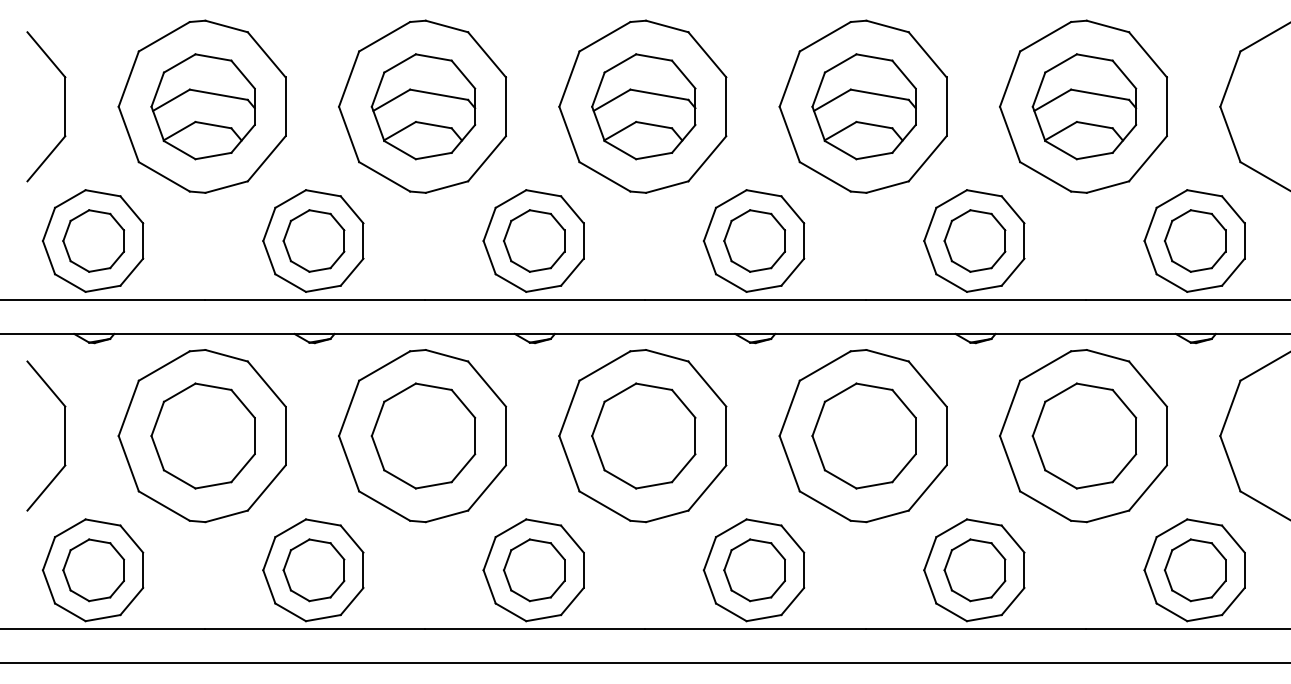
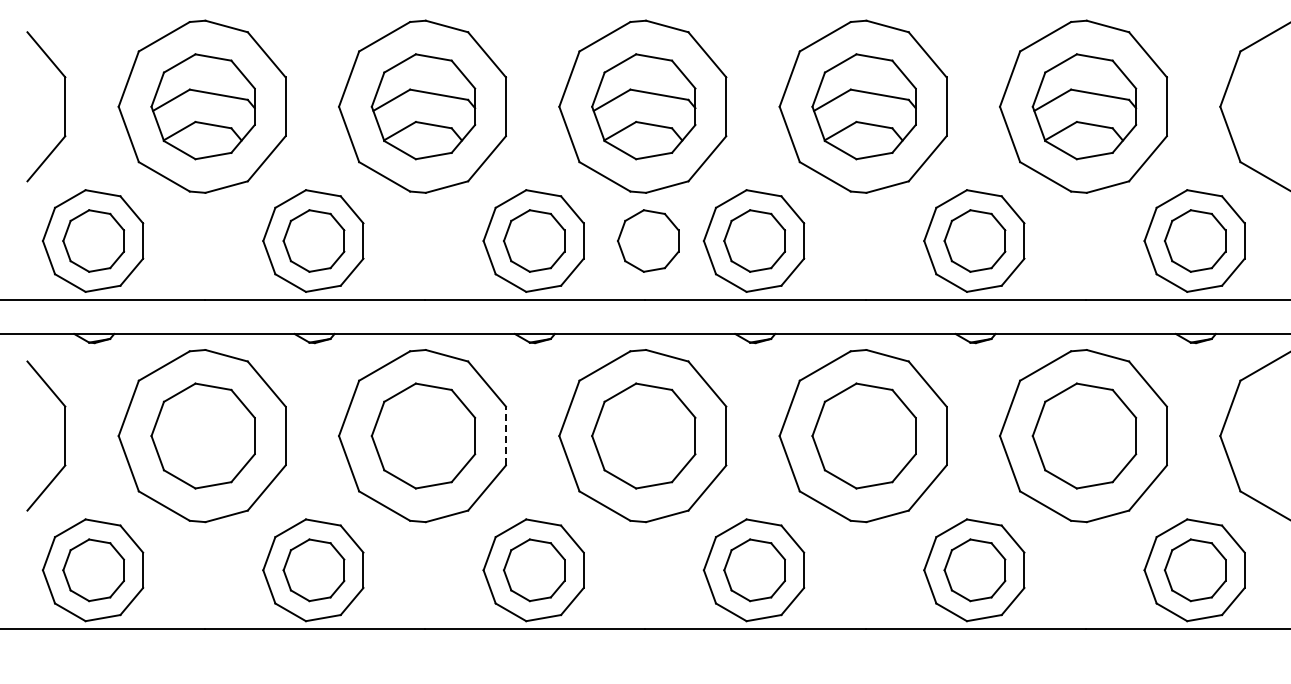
part at (648, 240): none -> present
line at (505, 435): solid -> dashed
line at (644, 663): present -> none
